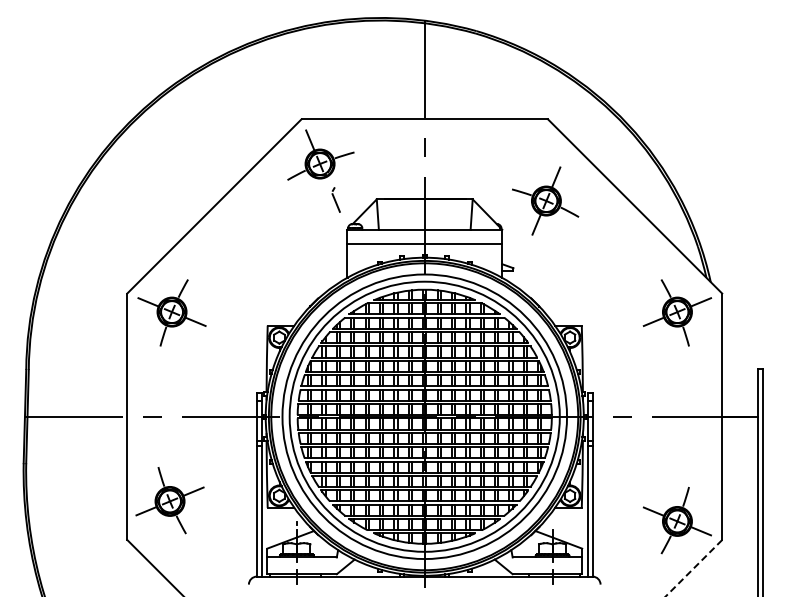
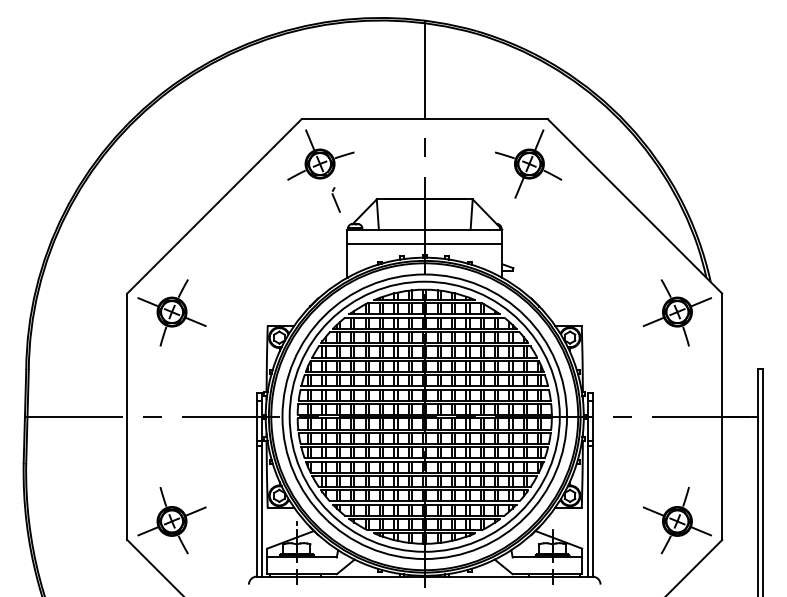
part at (545, 200) position: (545, 200) -> (528, 163)
part at (169, 500) position: (169, 500) -> (171, 520)
line at (693, 568): dashed -> solid
